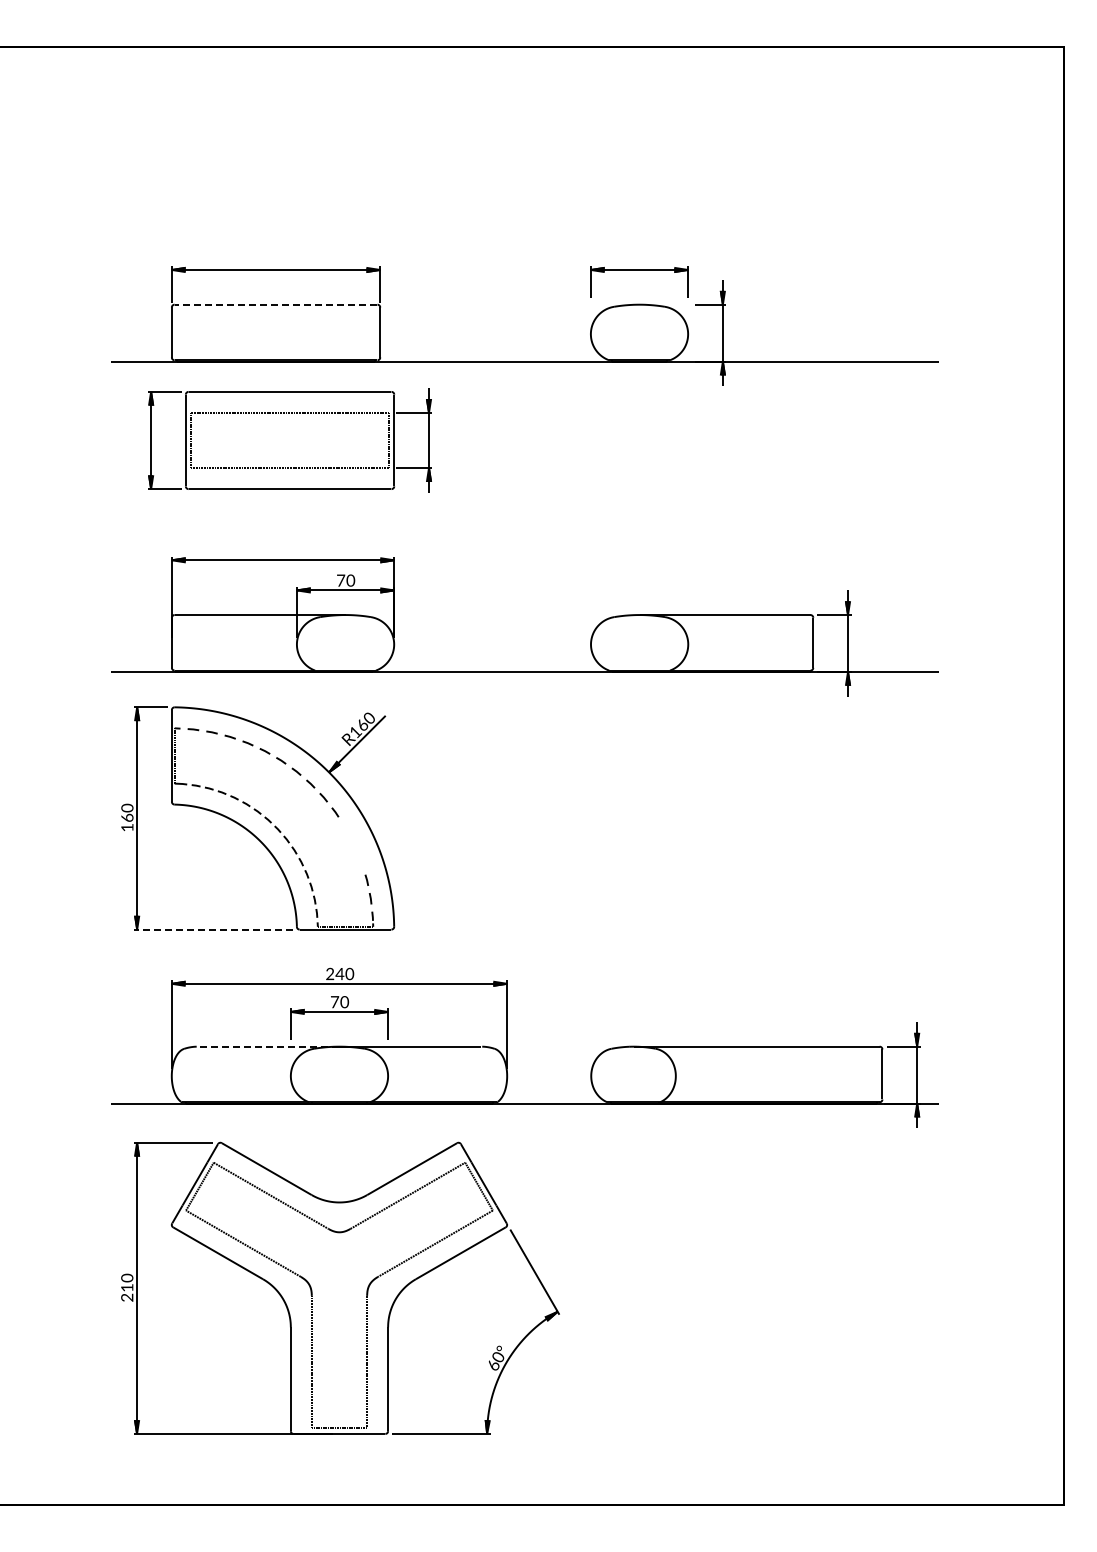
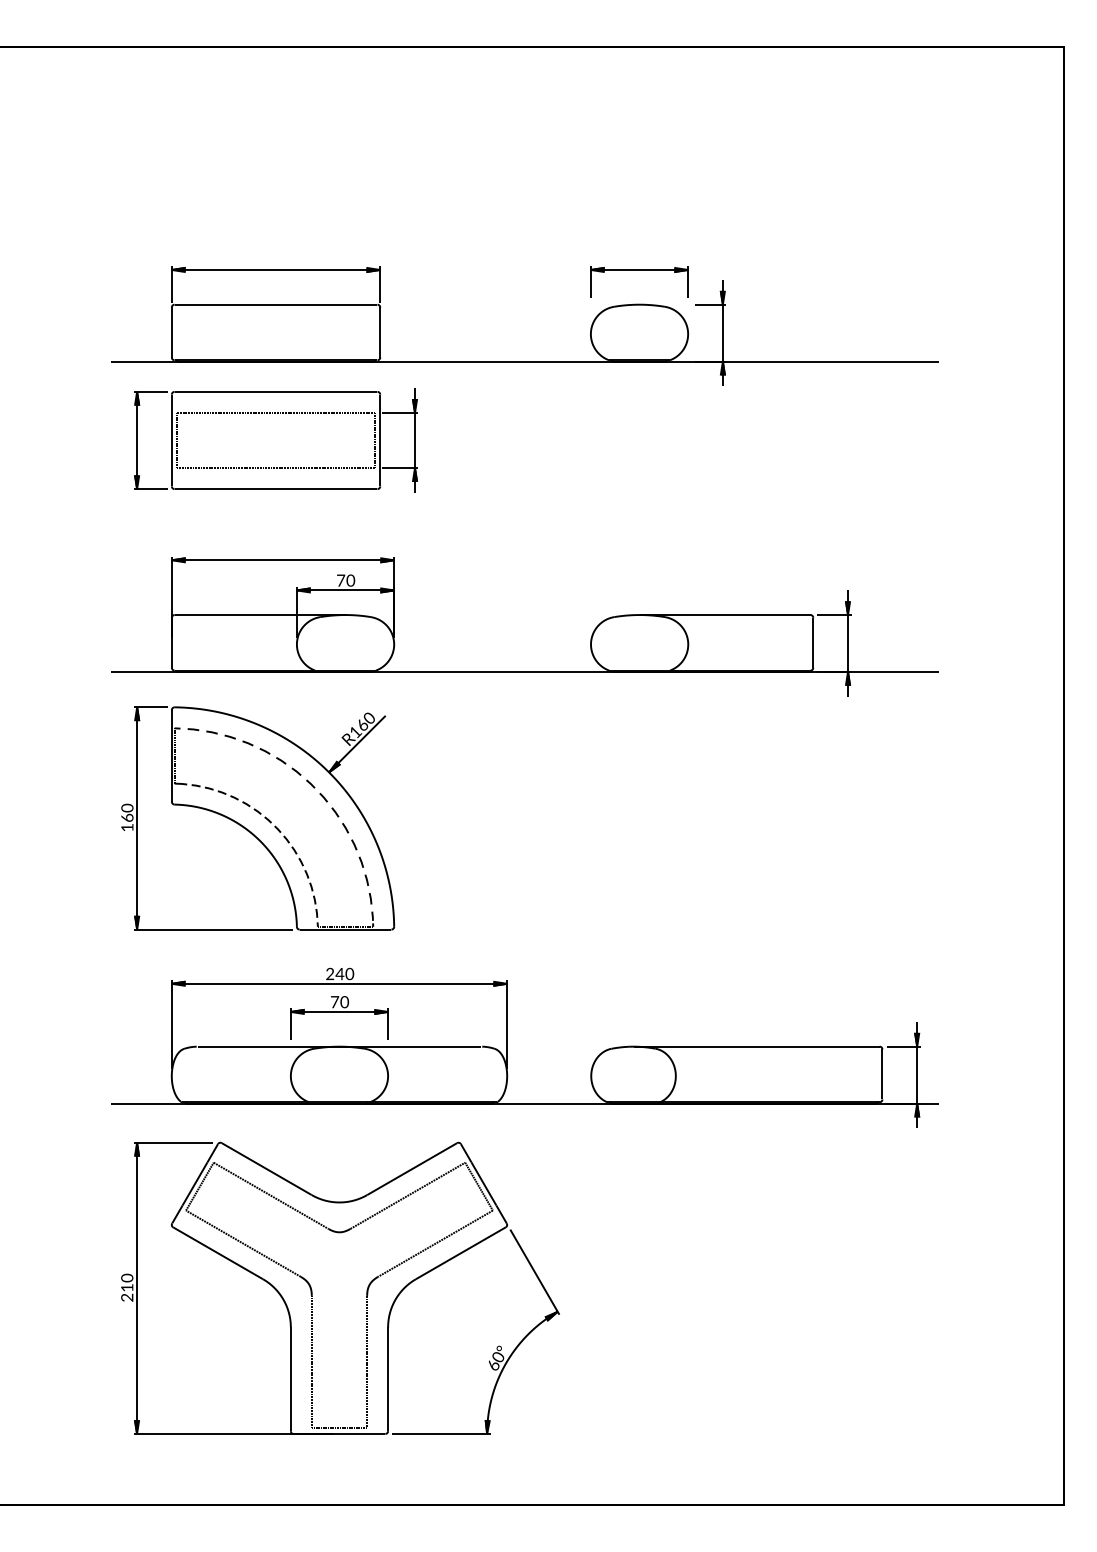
line at (275, 304): dashed -> solid
part at (289, 440) position: (289, 440) -> (275, 440)
part at (352, 845): none -> present
line at (213, 929): dashed -> solid
line at (268, 1046): dashed -> solid
